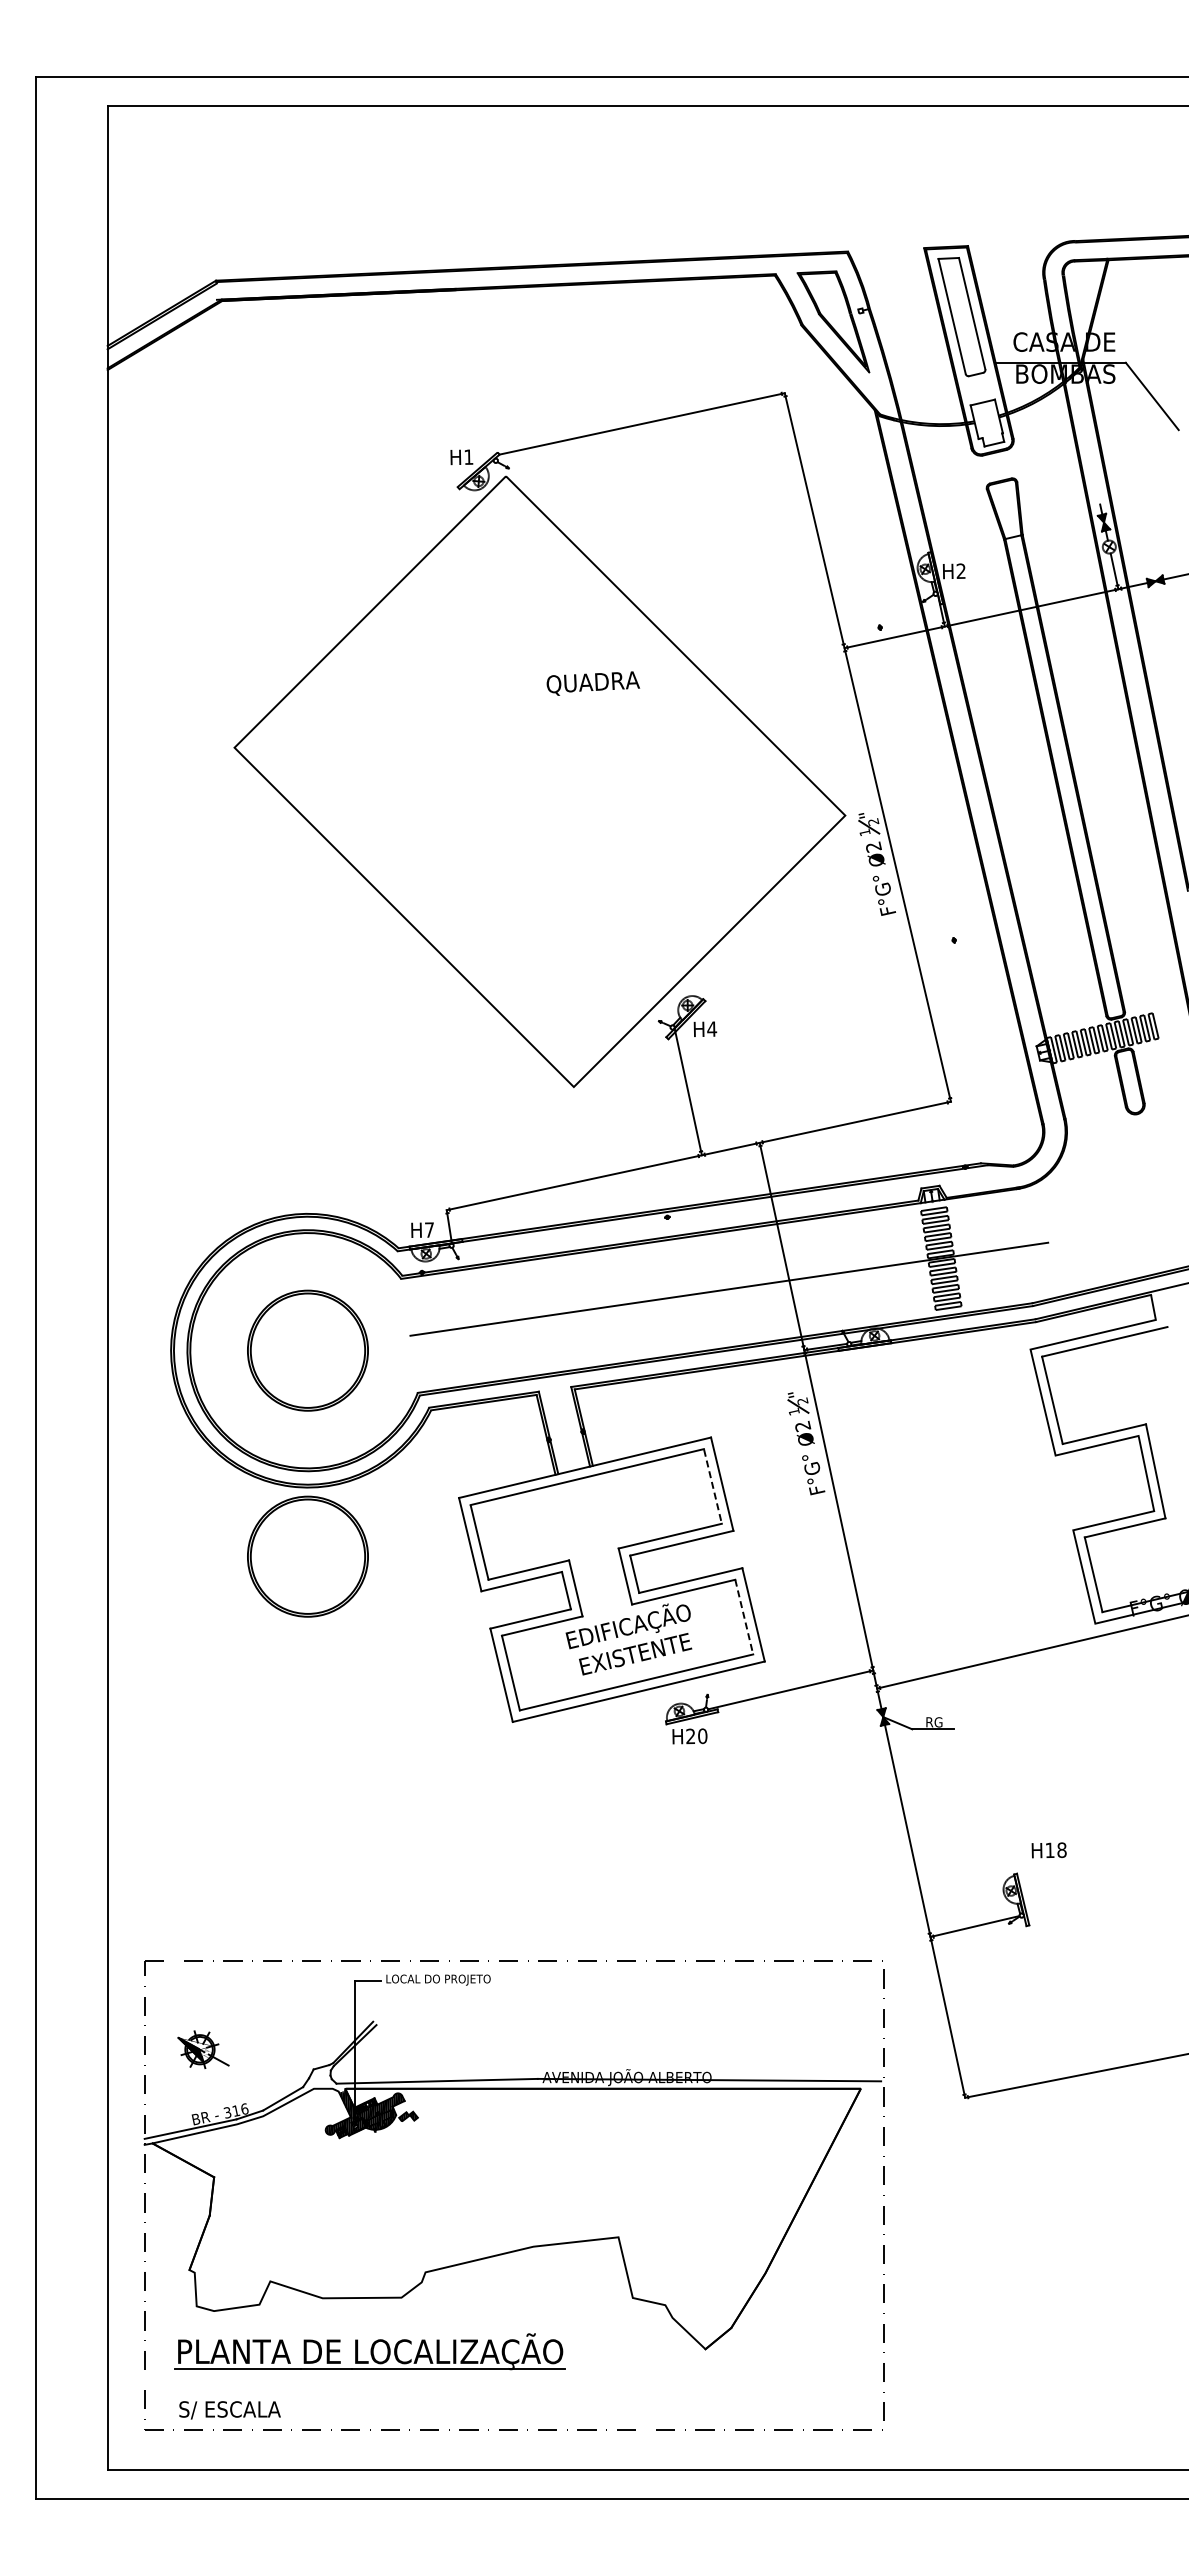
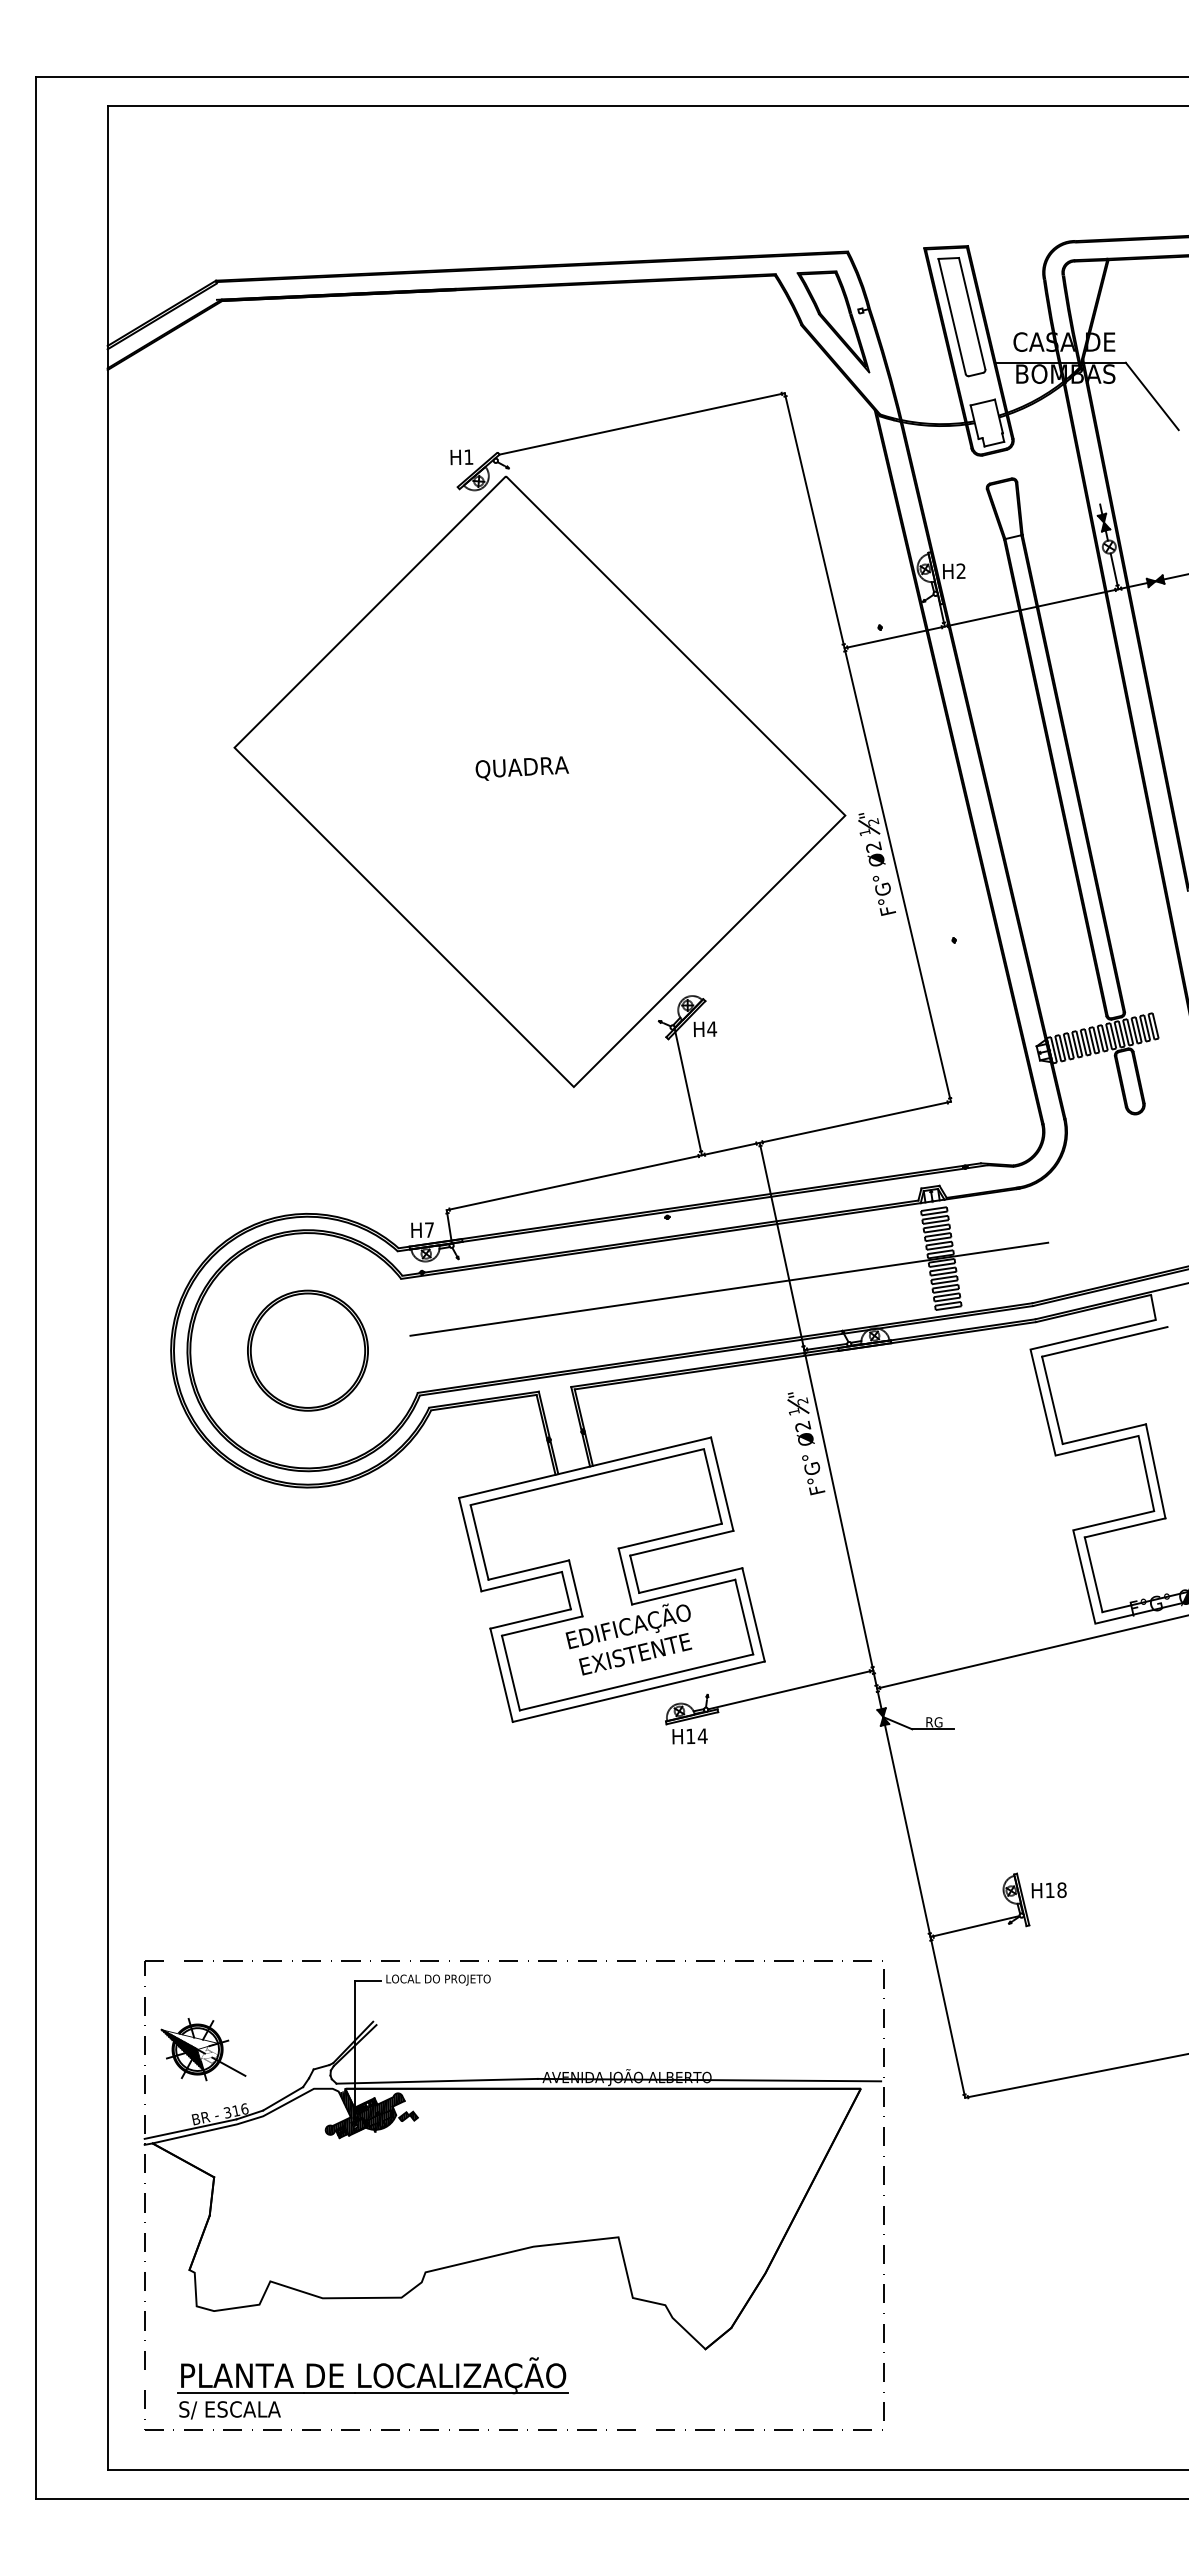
text at (593, 683) position: (593, 683) -> (522, 768)
line at (713, 1486): dashed -> solid
part at (307, 1556): present -> none
line at (744, 1617): dashed -> solid
text at (696, 1736): H20 -> H14
text at (1048, 1850) position: (1048, 1850) -> (1048, 1890)
part at (203, 2049) size: 53x39 px -> 87x64 px
part at (369, 2351) position: (369, 2351) -> (372, 2375)
